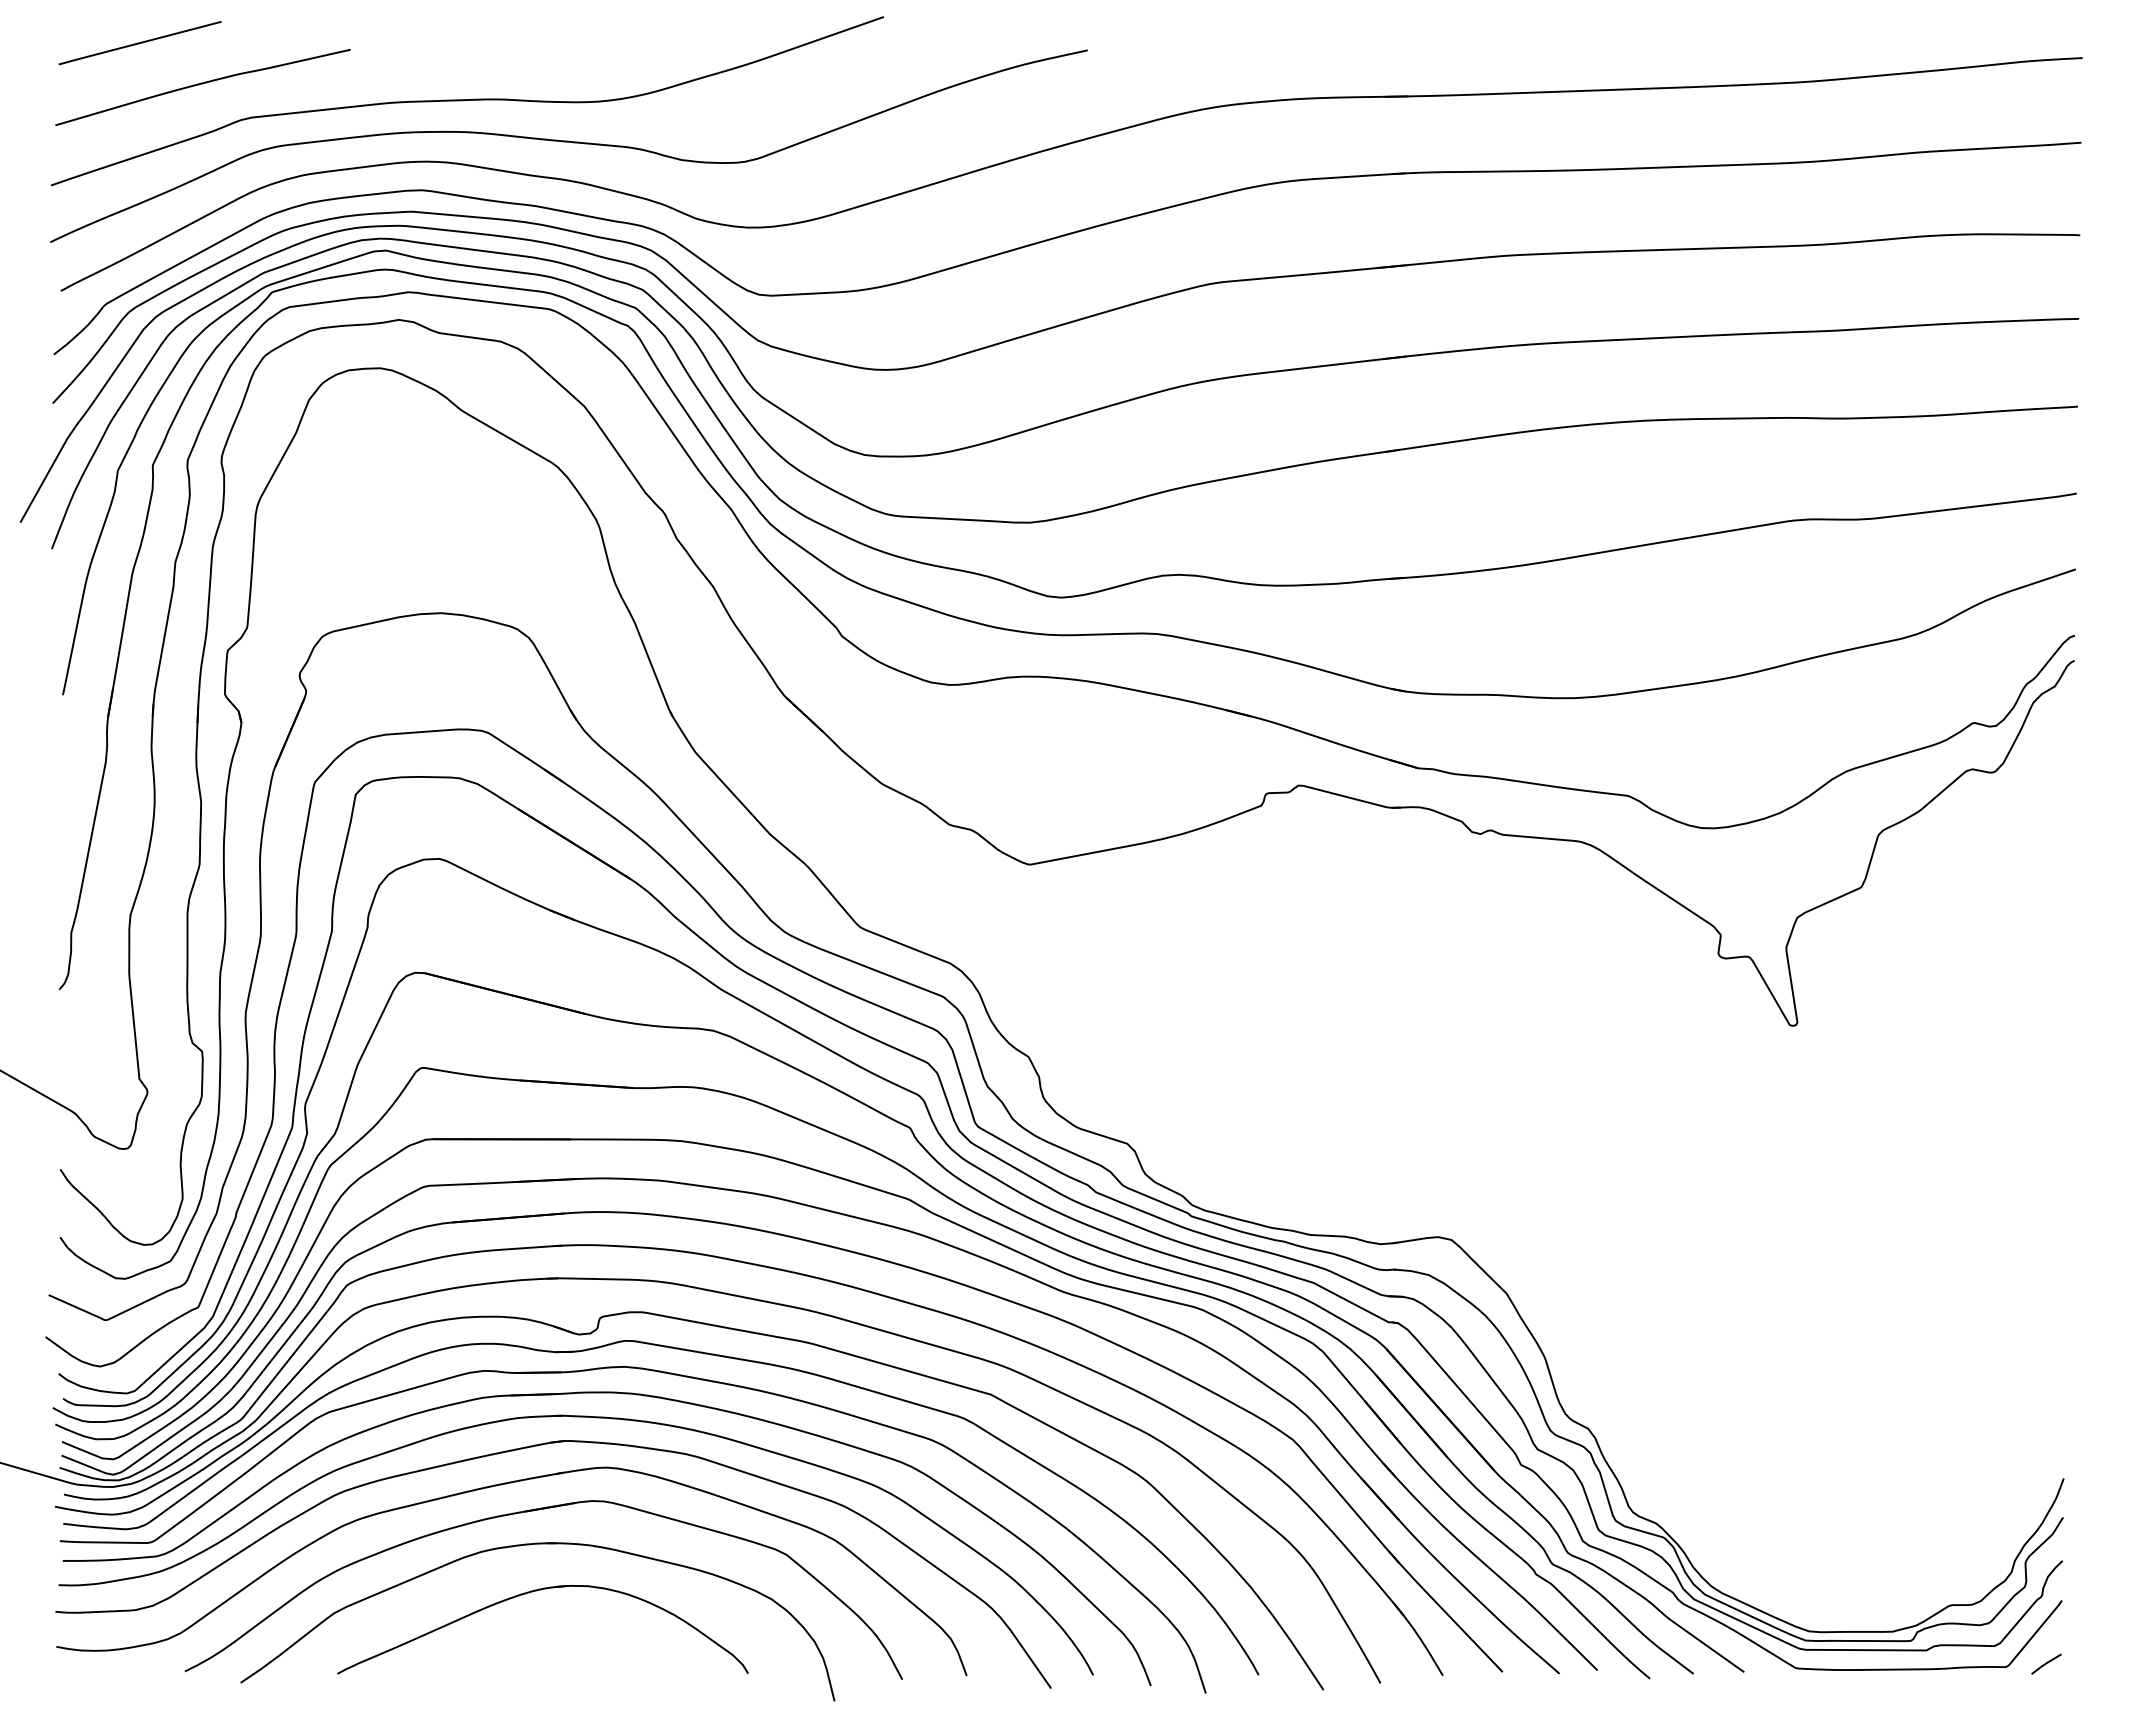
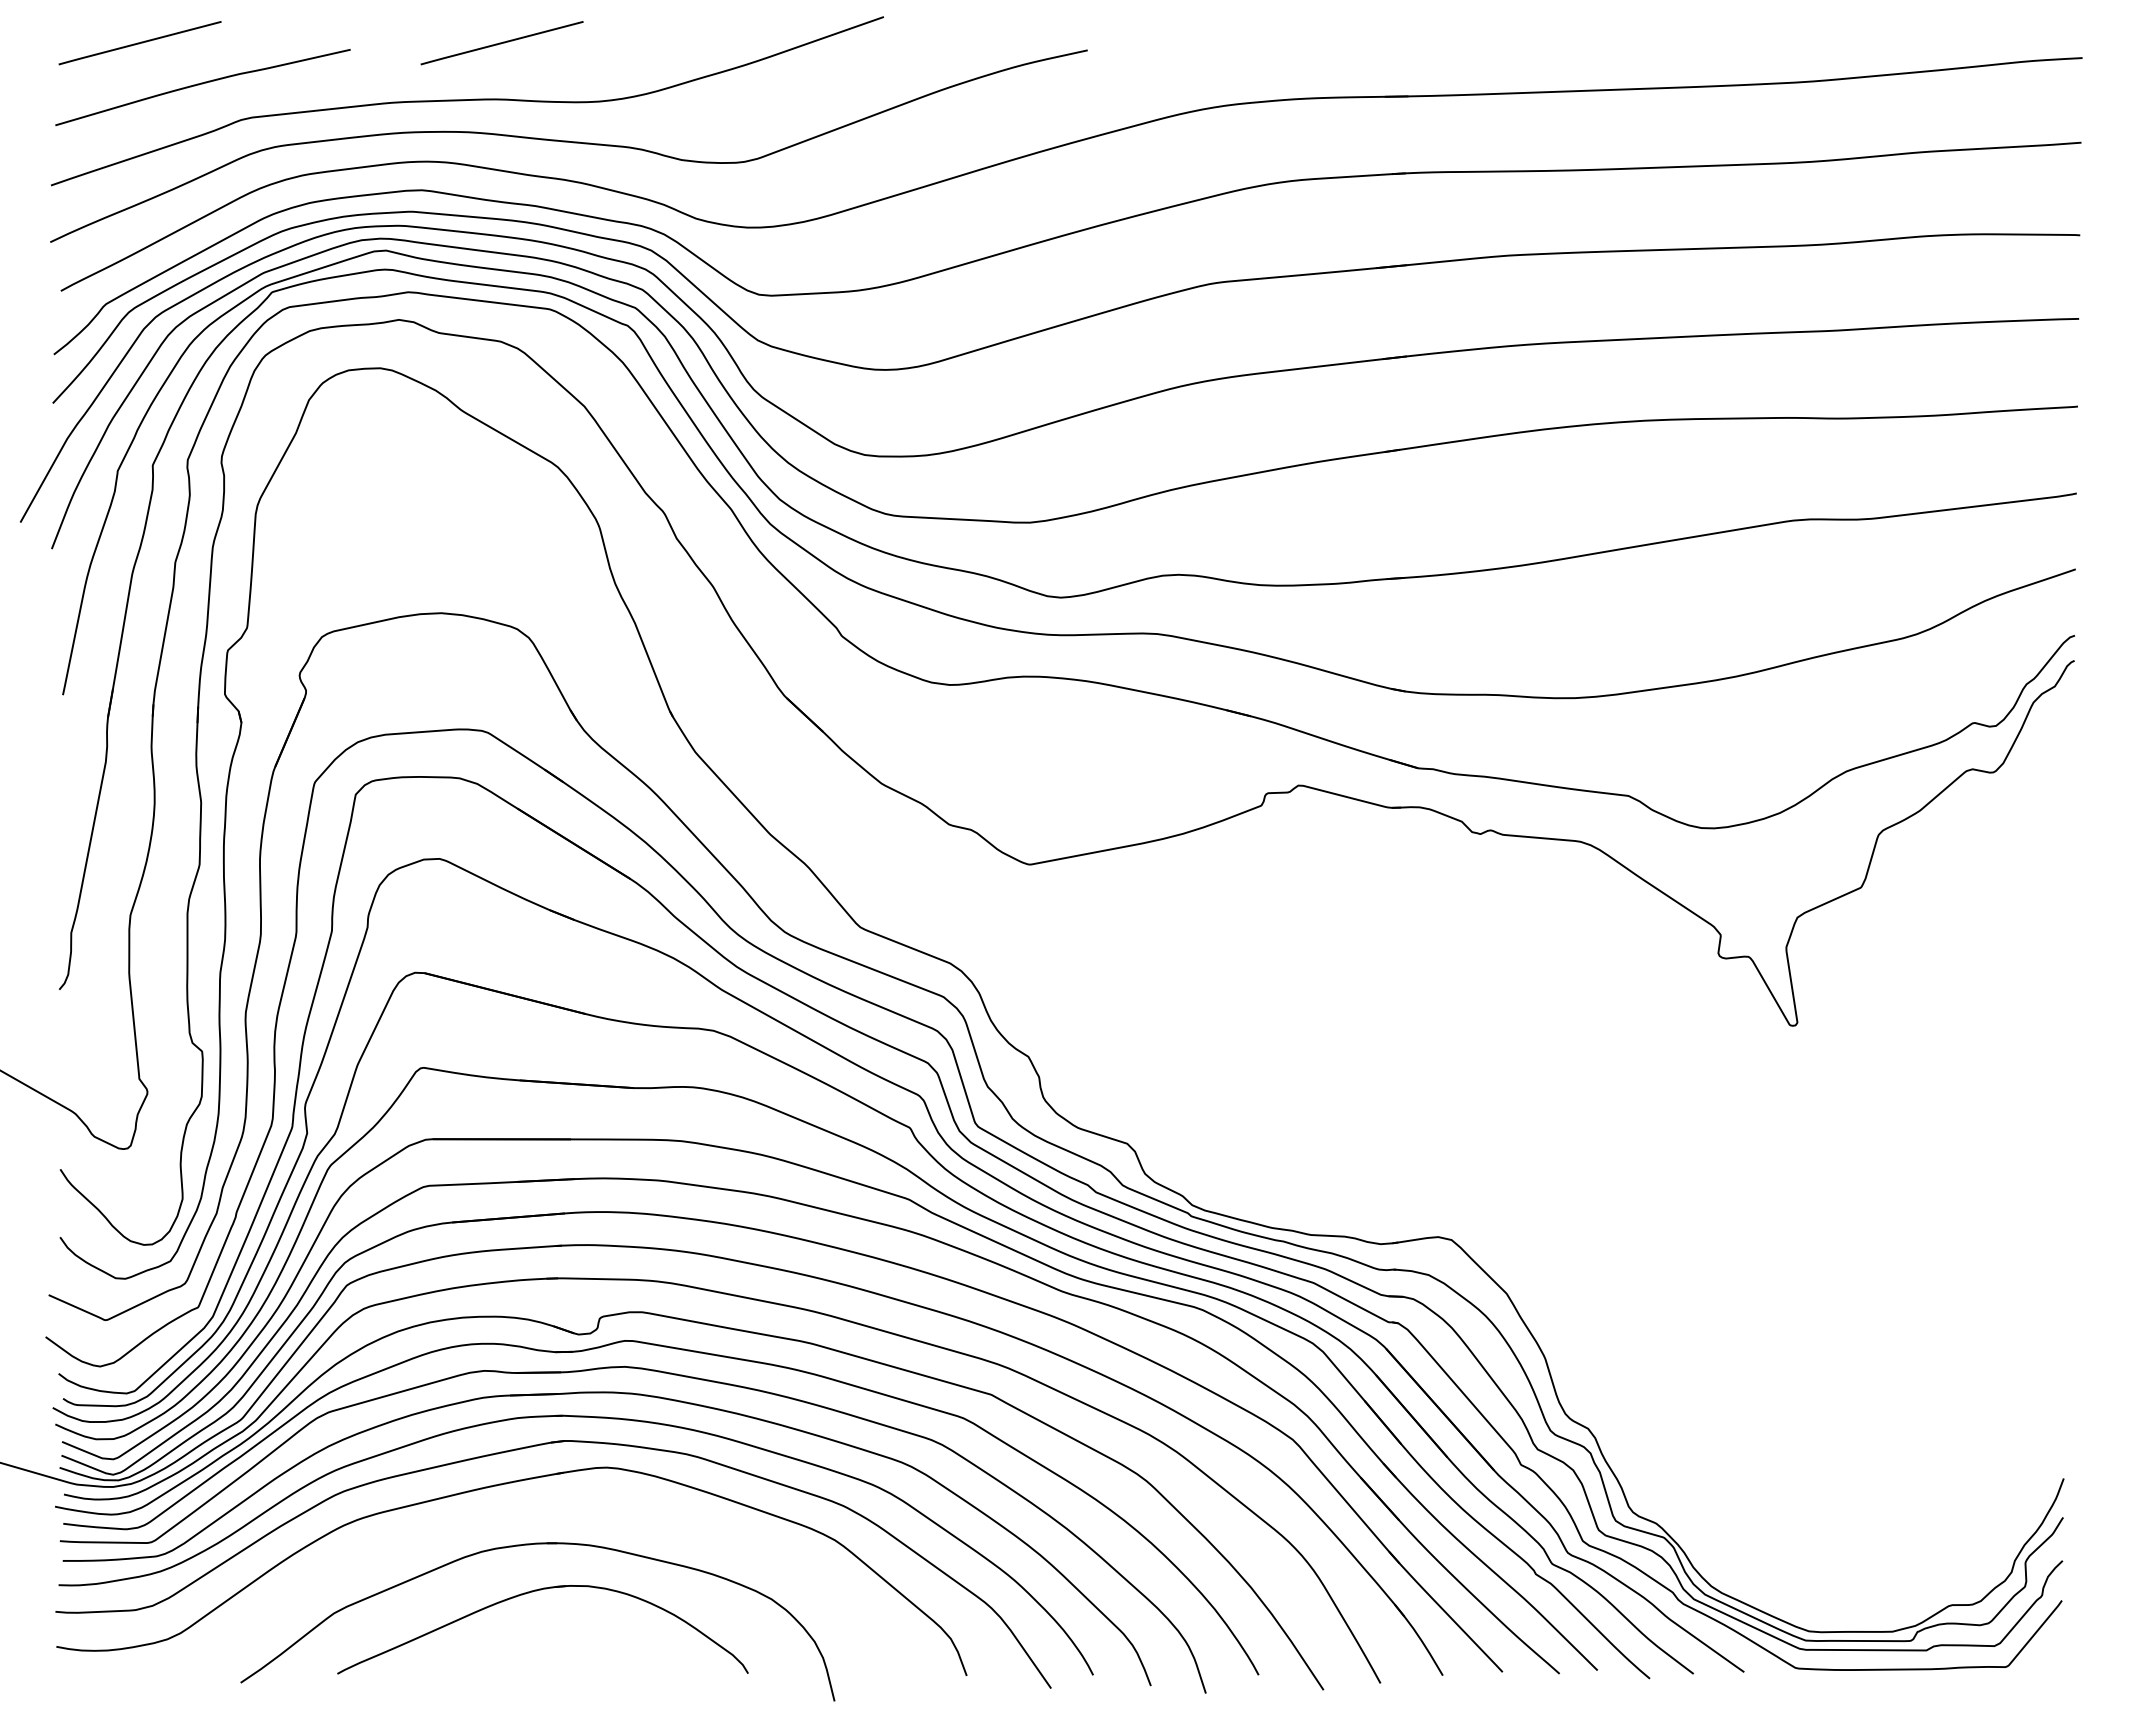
line at (501, 43): none -> present
part at (533, 1511): present -> none
line at (2046, 1663): present -> none
